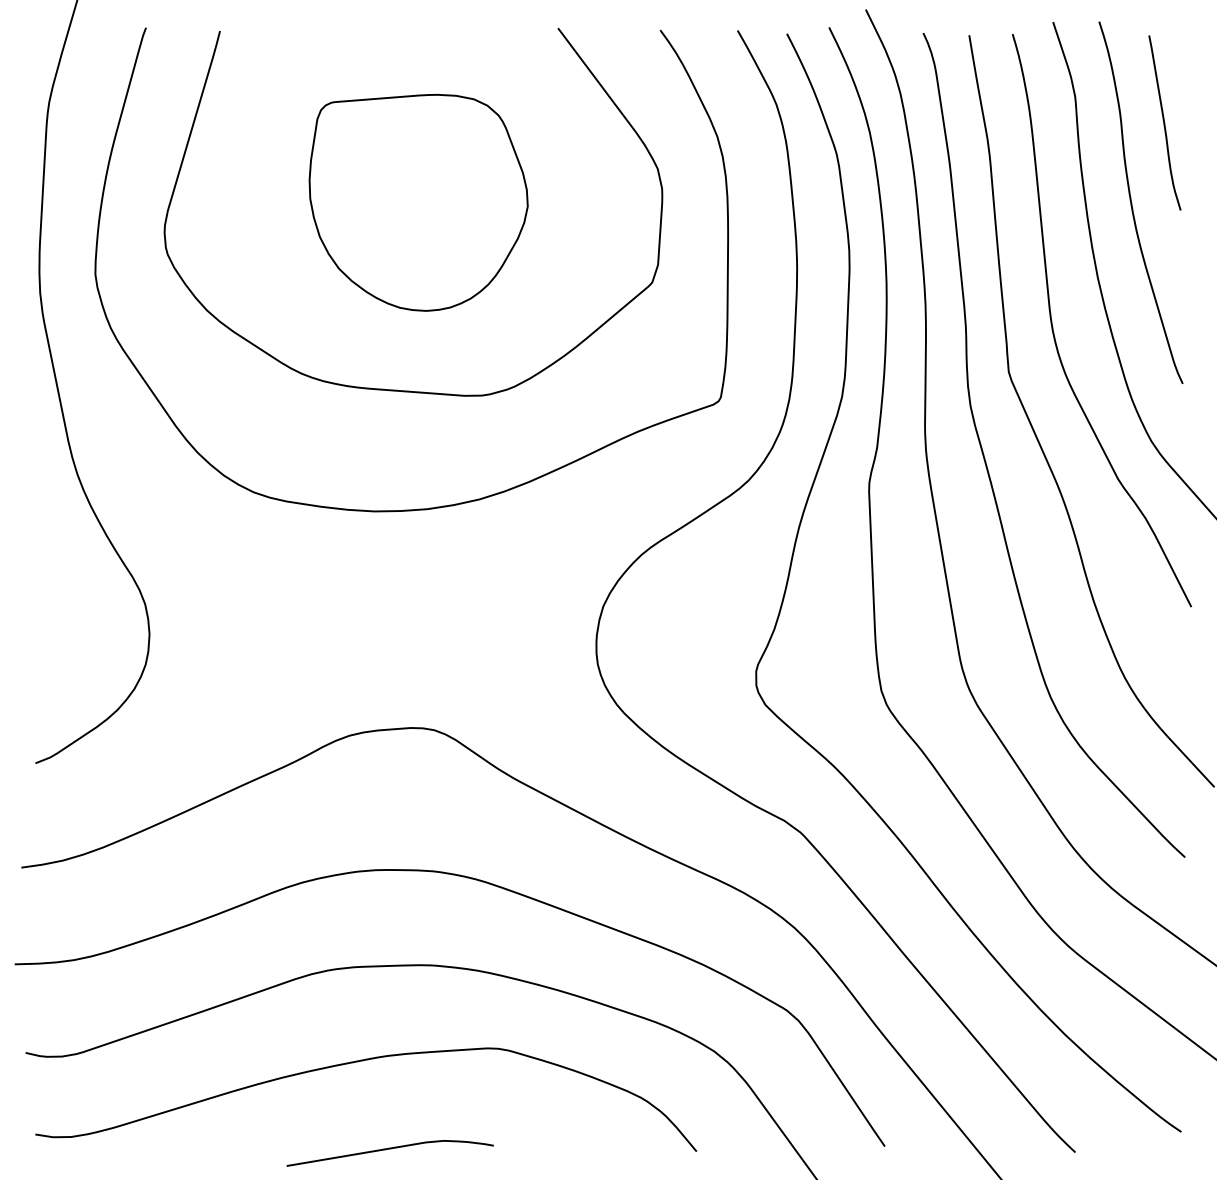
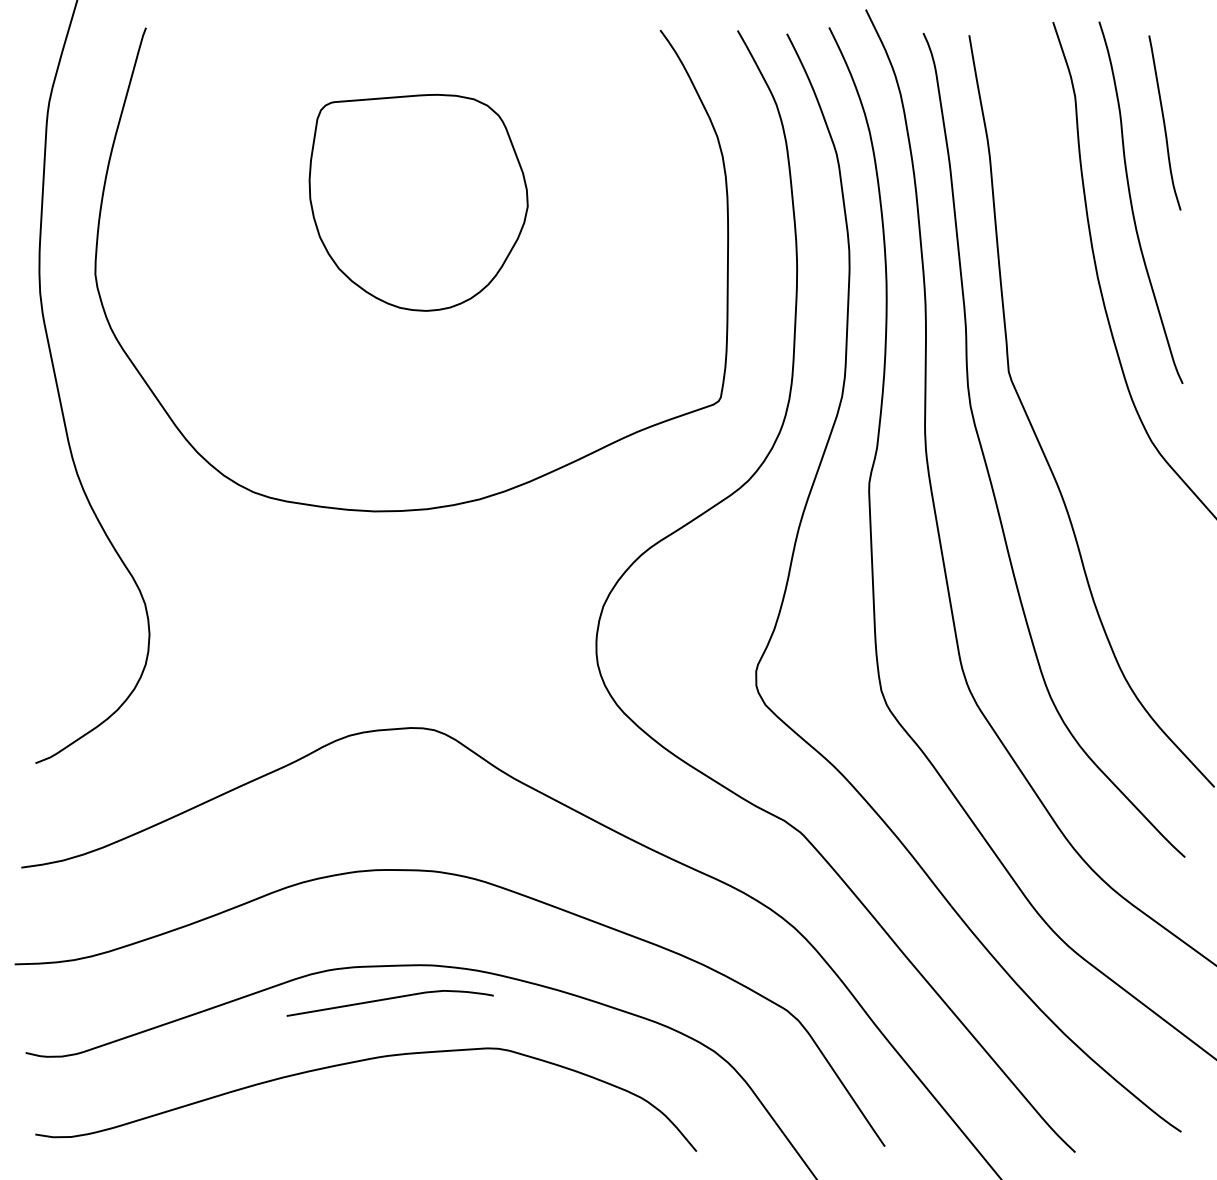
curve at (1053, 326): present -> none
curve at (397, 389): present -> none
curve at (389, 1149) position: (389, 1149) -> (389, 999)
